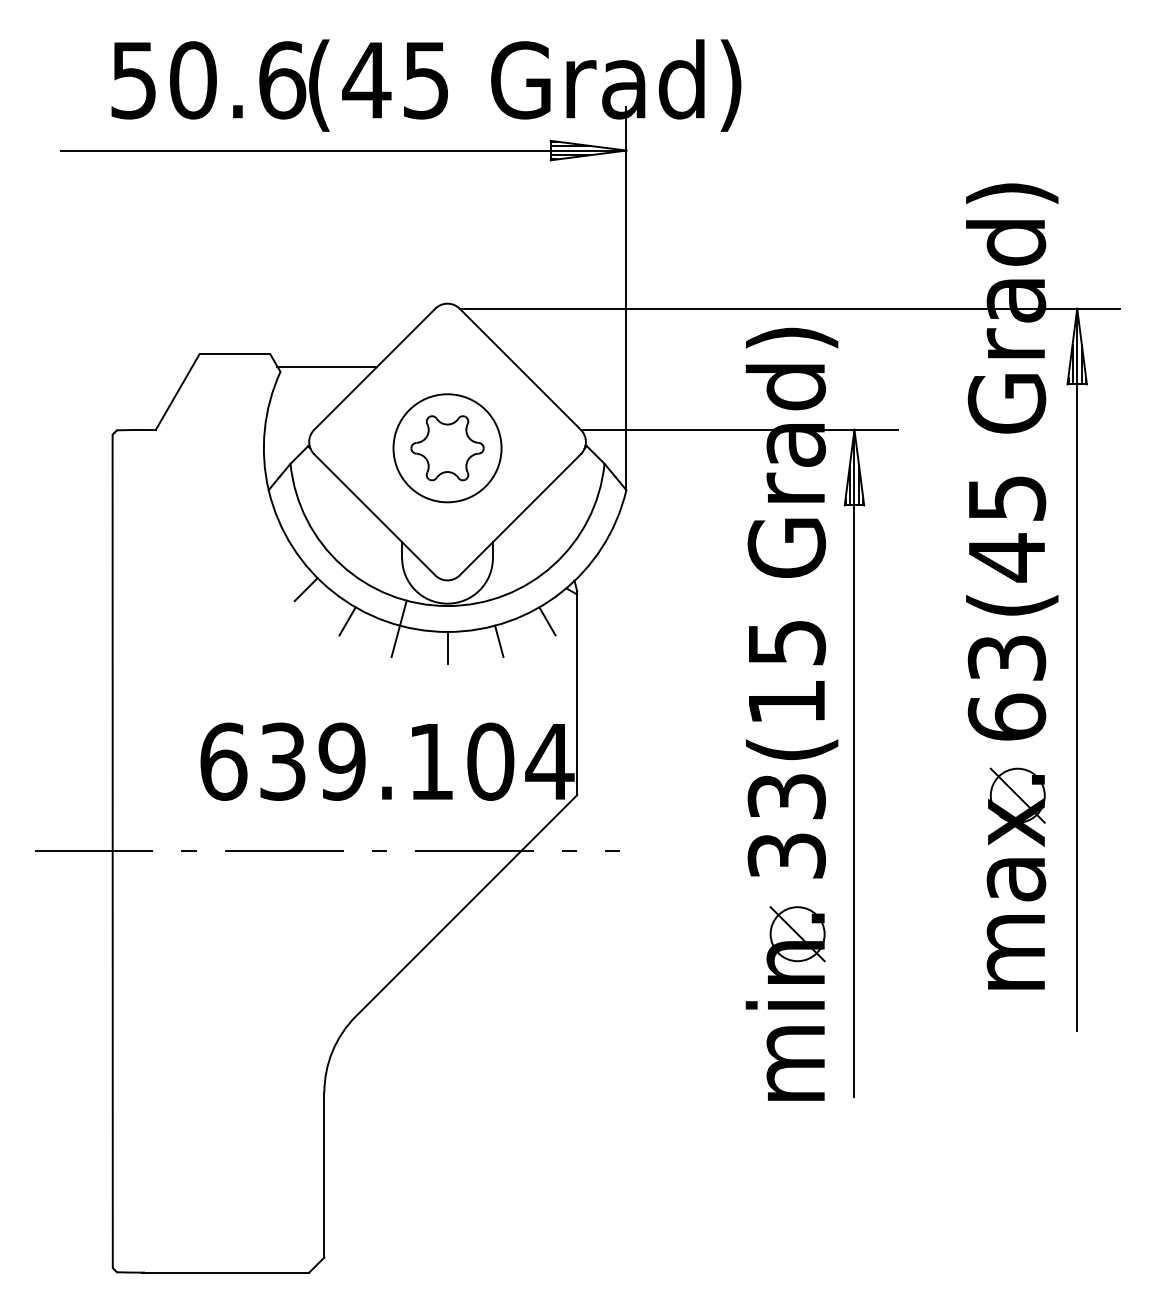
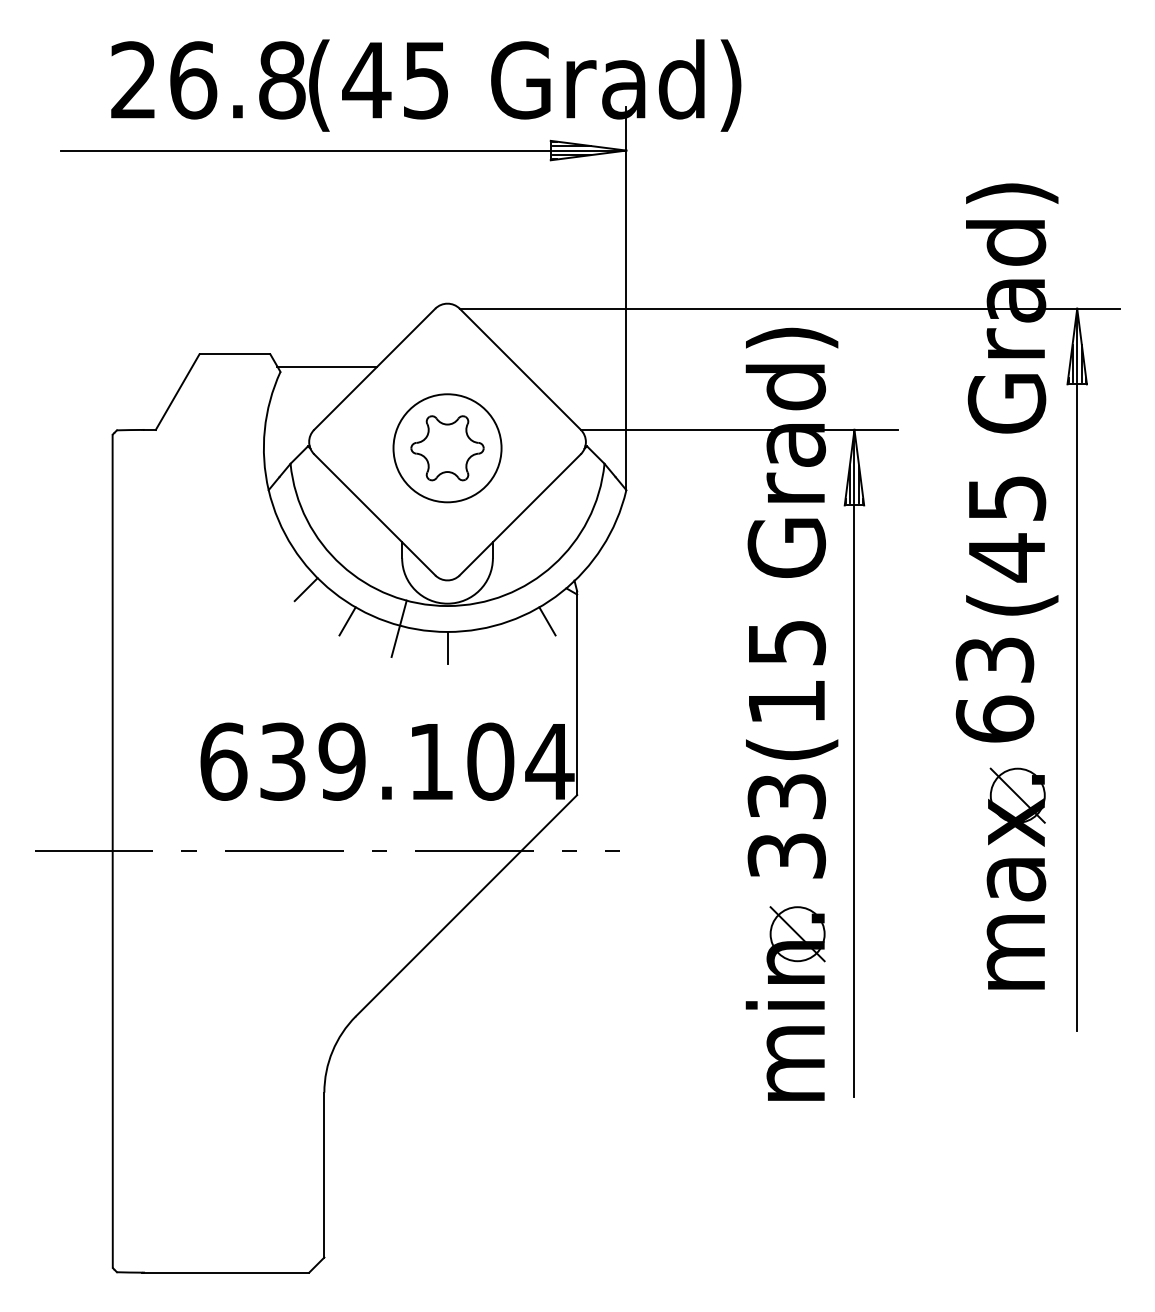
text at (208, 80): 50.6 -> 26.8
line at (499, 641): present -> none
text at (1006, 687) position: (1006, 687) -> (994, 689)
